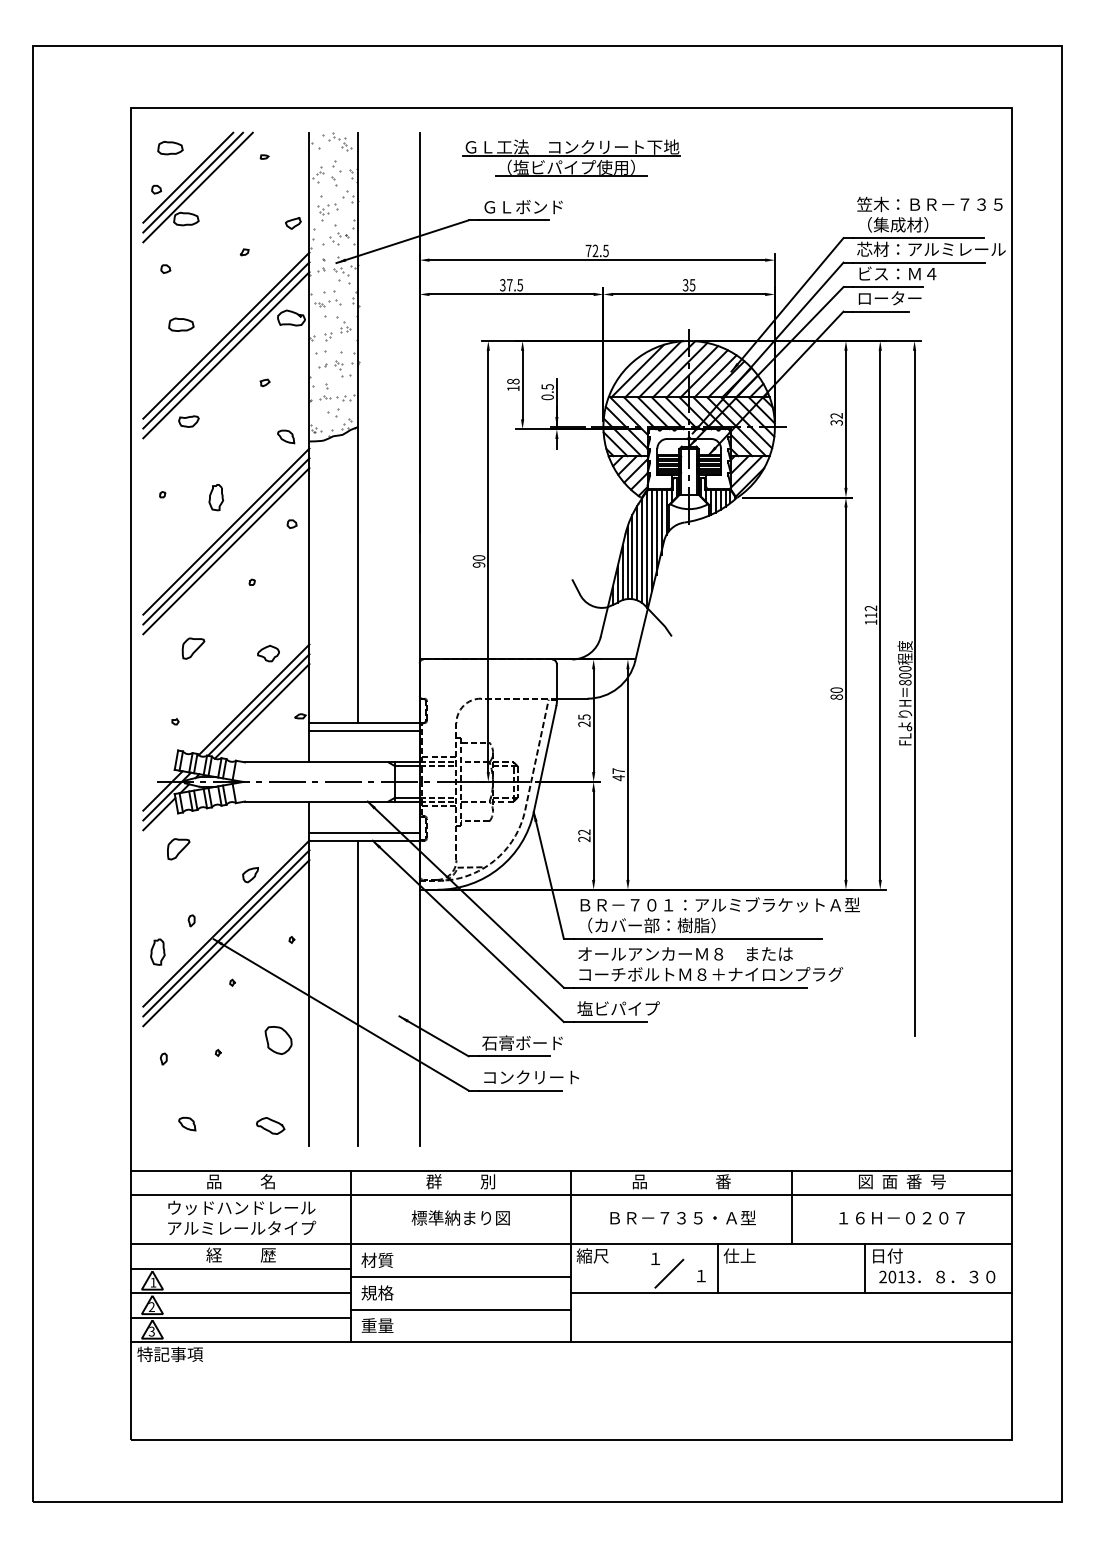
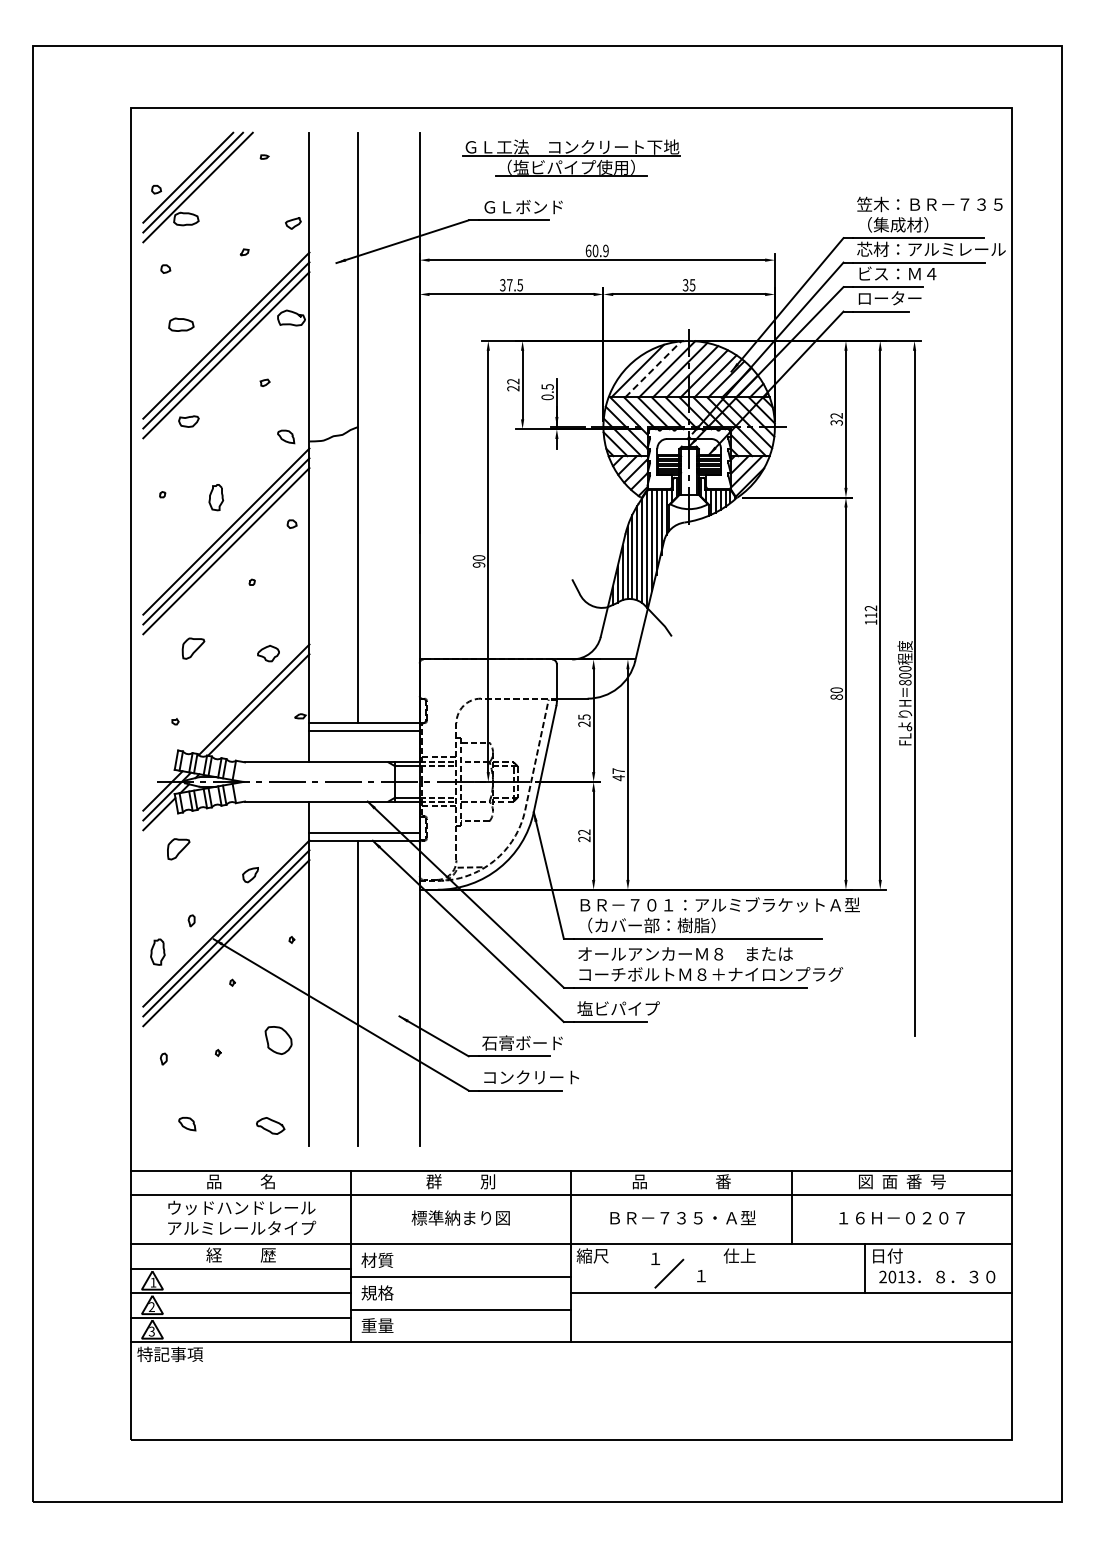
part at (170, 147): present -> none
text at (596, 250): 72.5 -> 60.9
hatch at (333, 284): present -> none
line at (653, 369): solid -> dashed
text at (513, 384): 18 -> 22
line at (261, 711): present -> none
line at (718, 1268): present -> none
